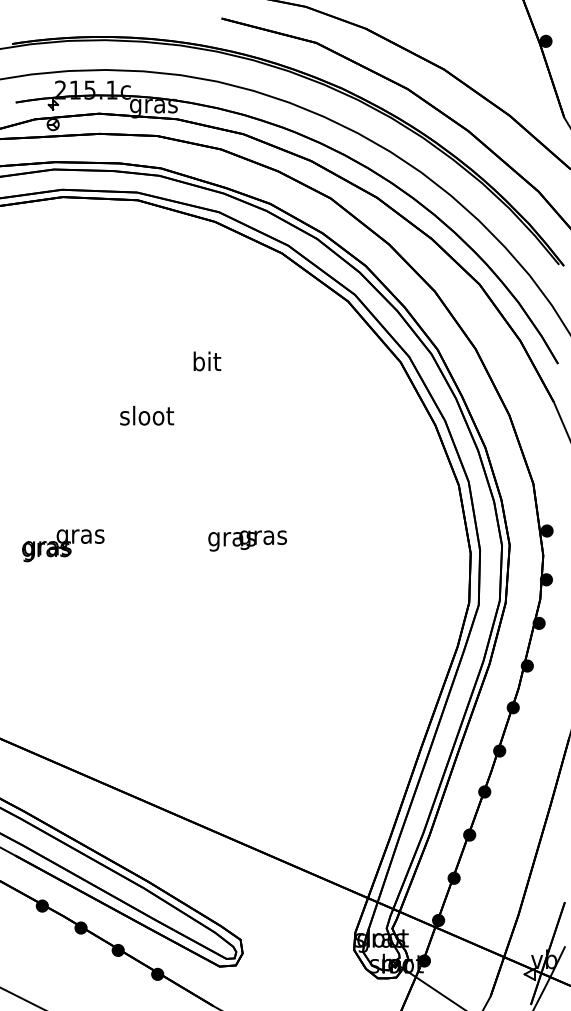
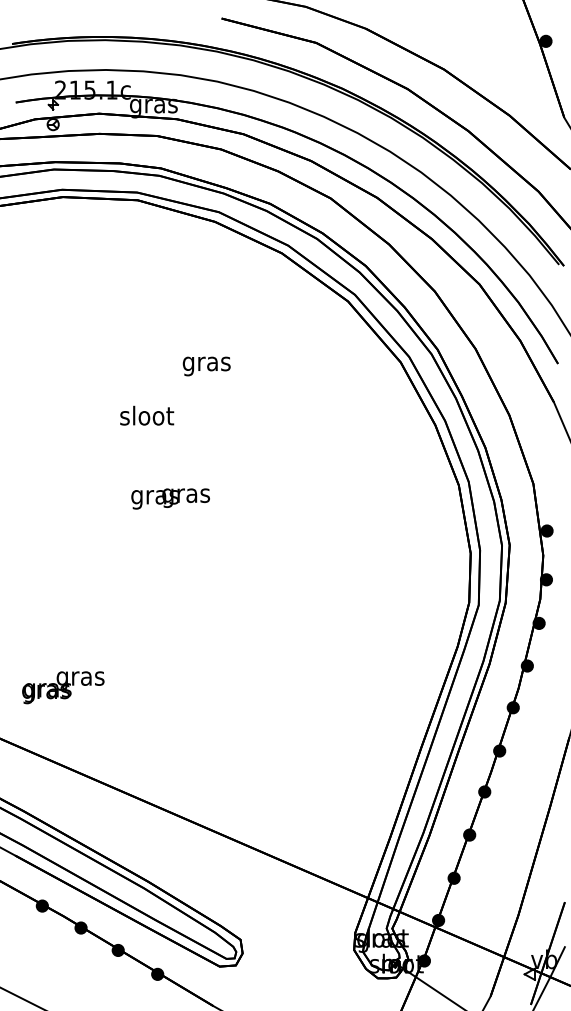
text at (206, 363): bit -> gras
text at (247, 540) position: (247, 540) -> (170, 498)
text at (63, 545) position: (63, 545) -> (63, 687)
